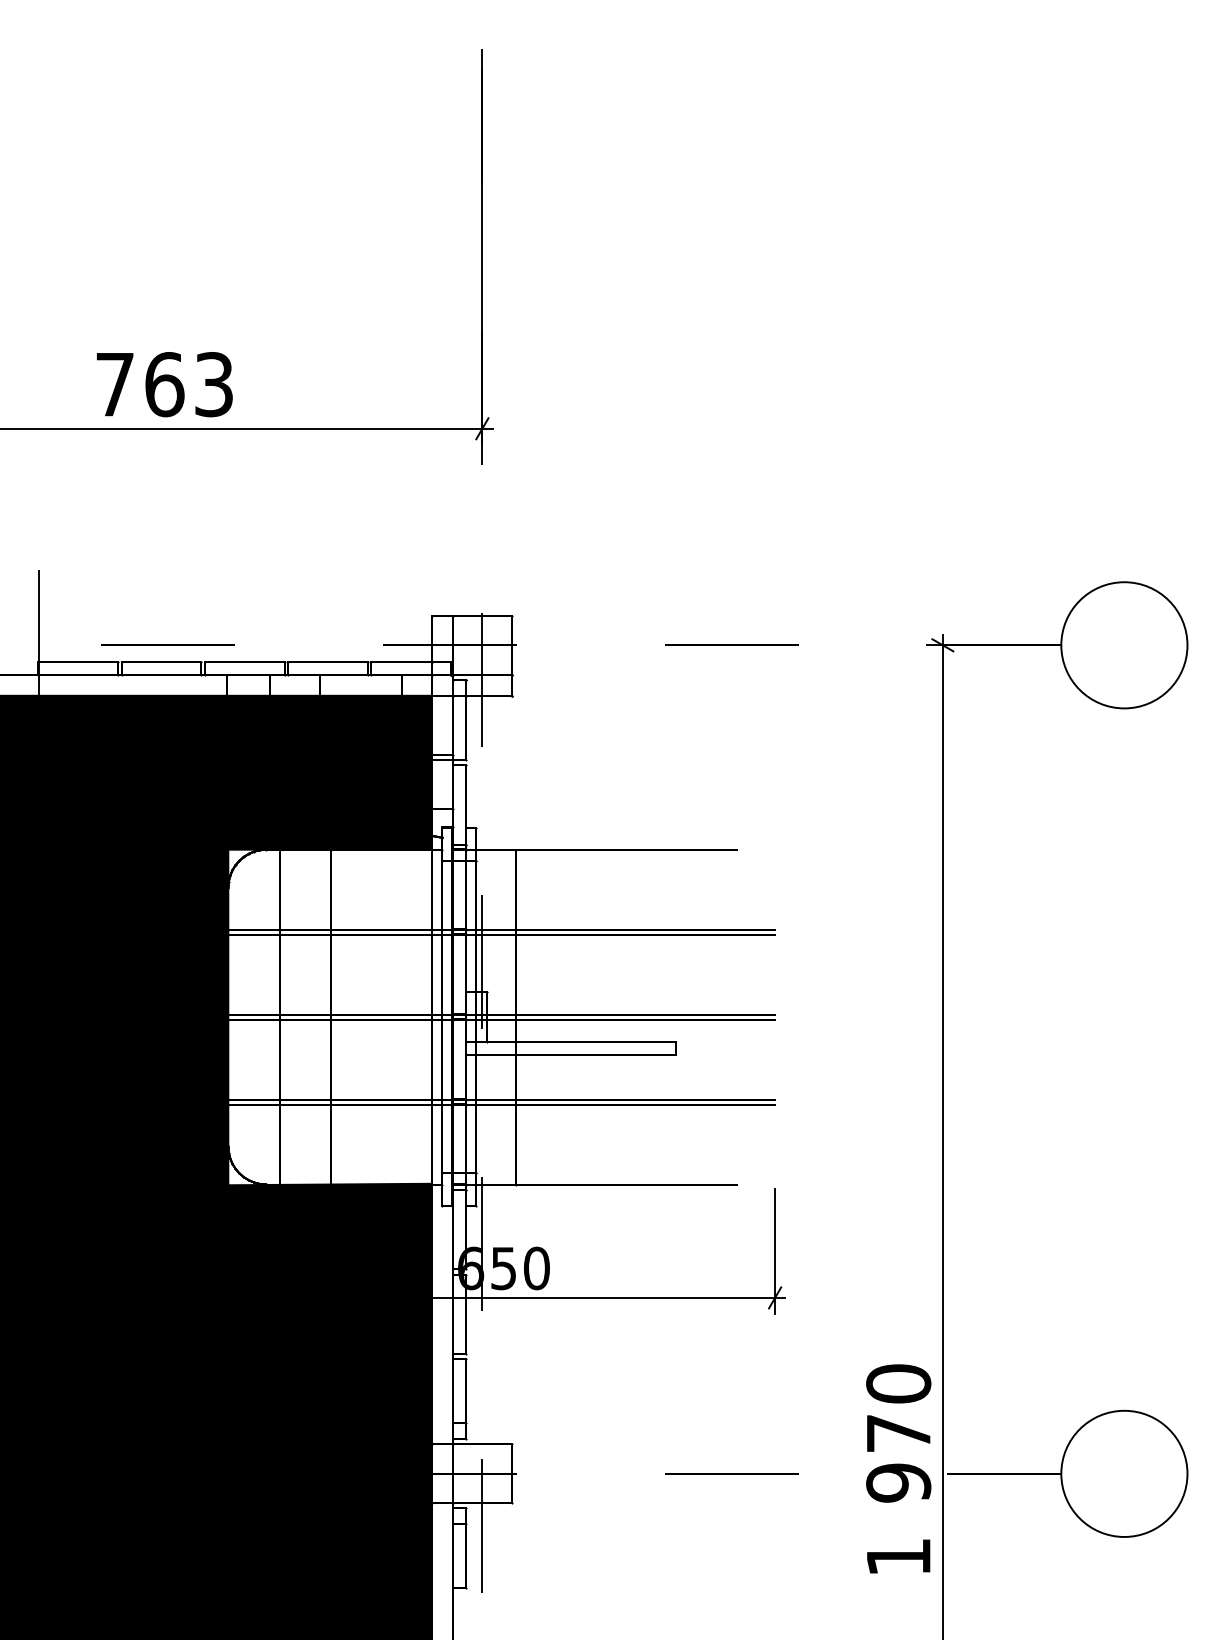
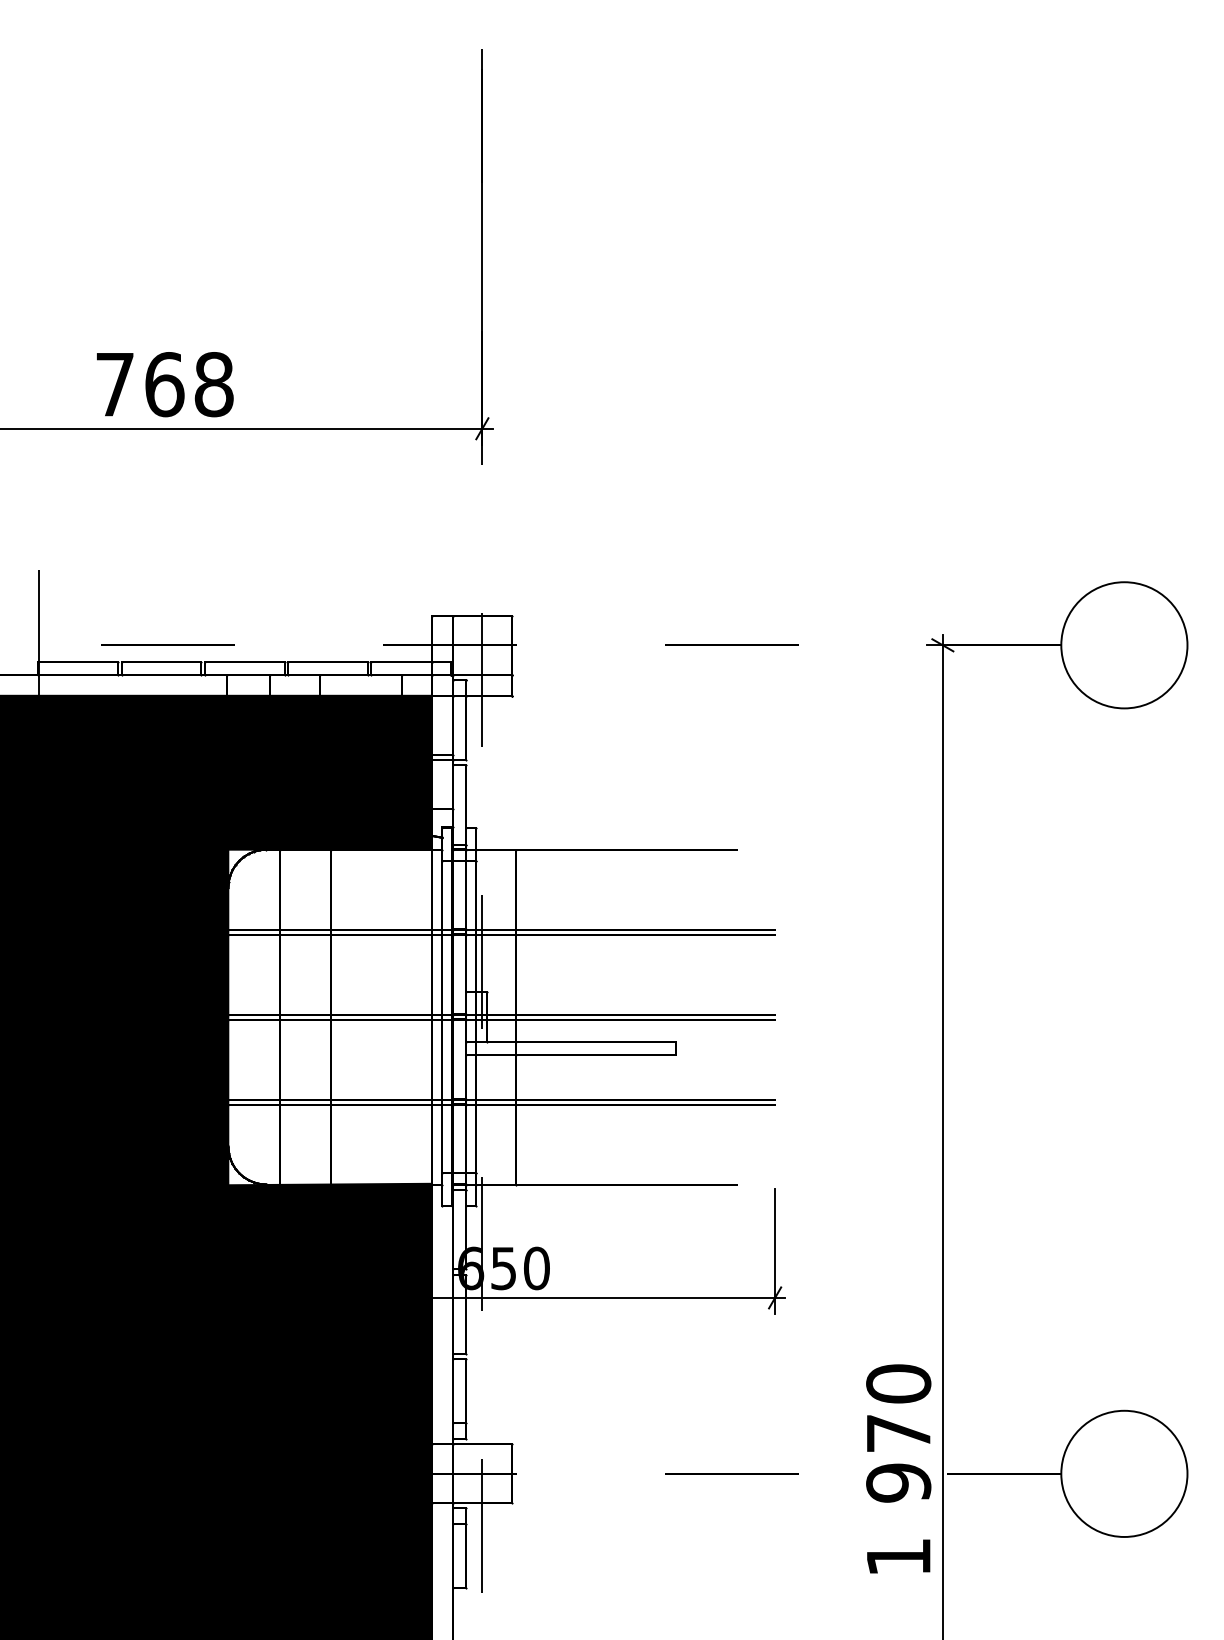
text at (213, 384): 763 -> 768
